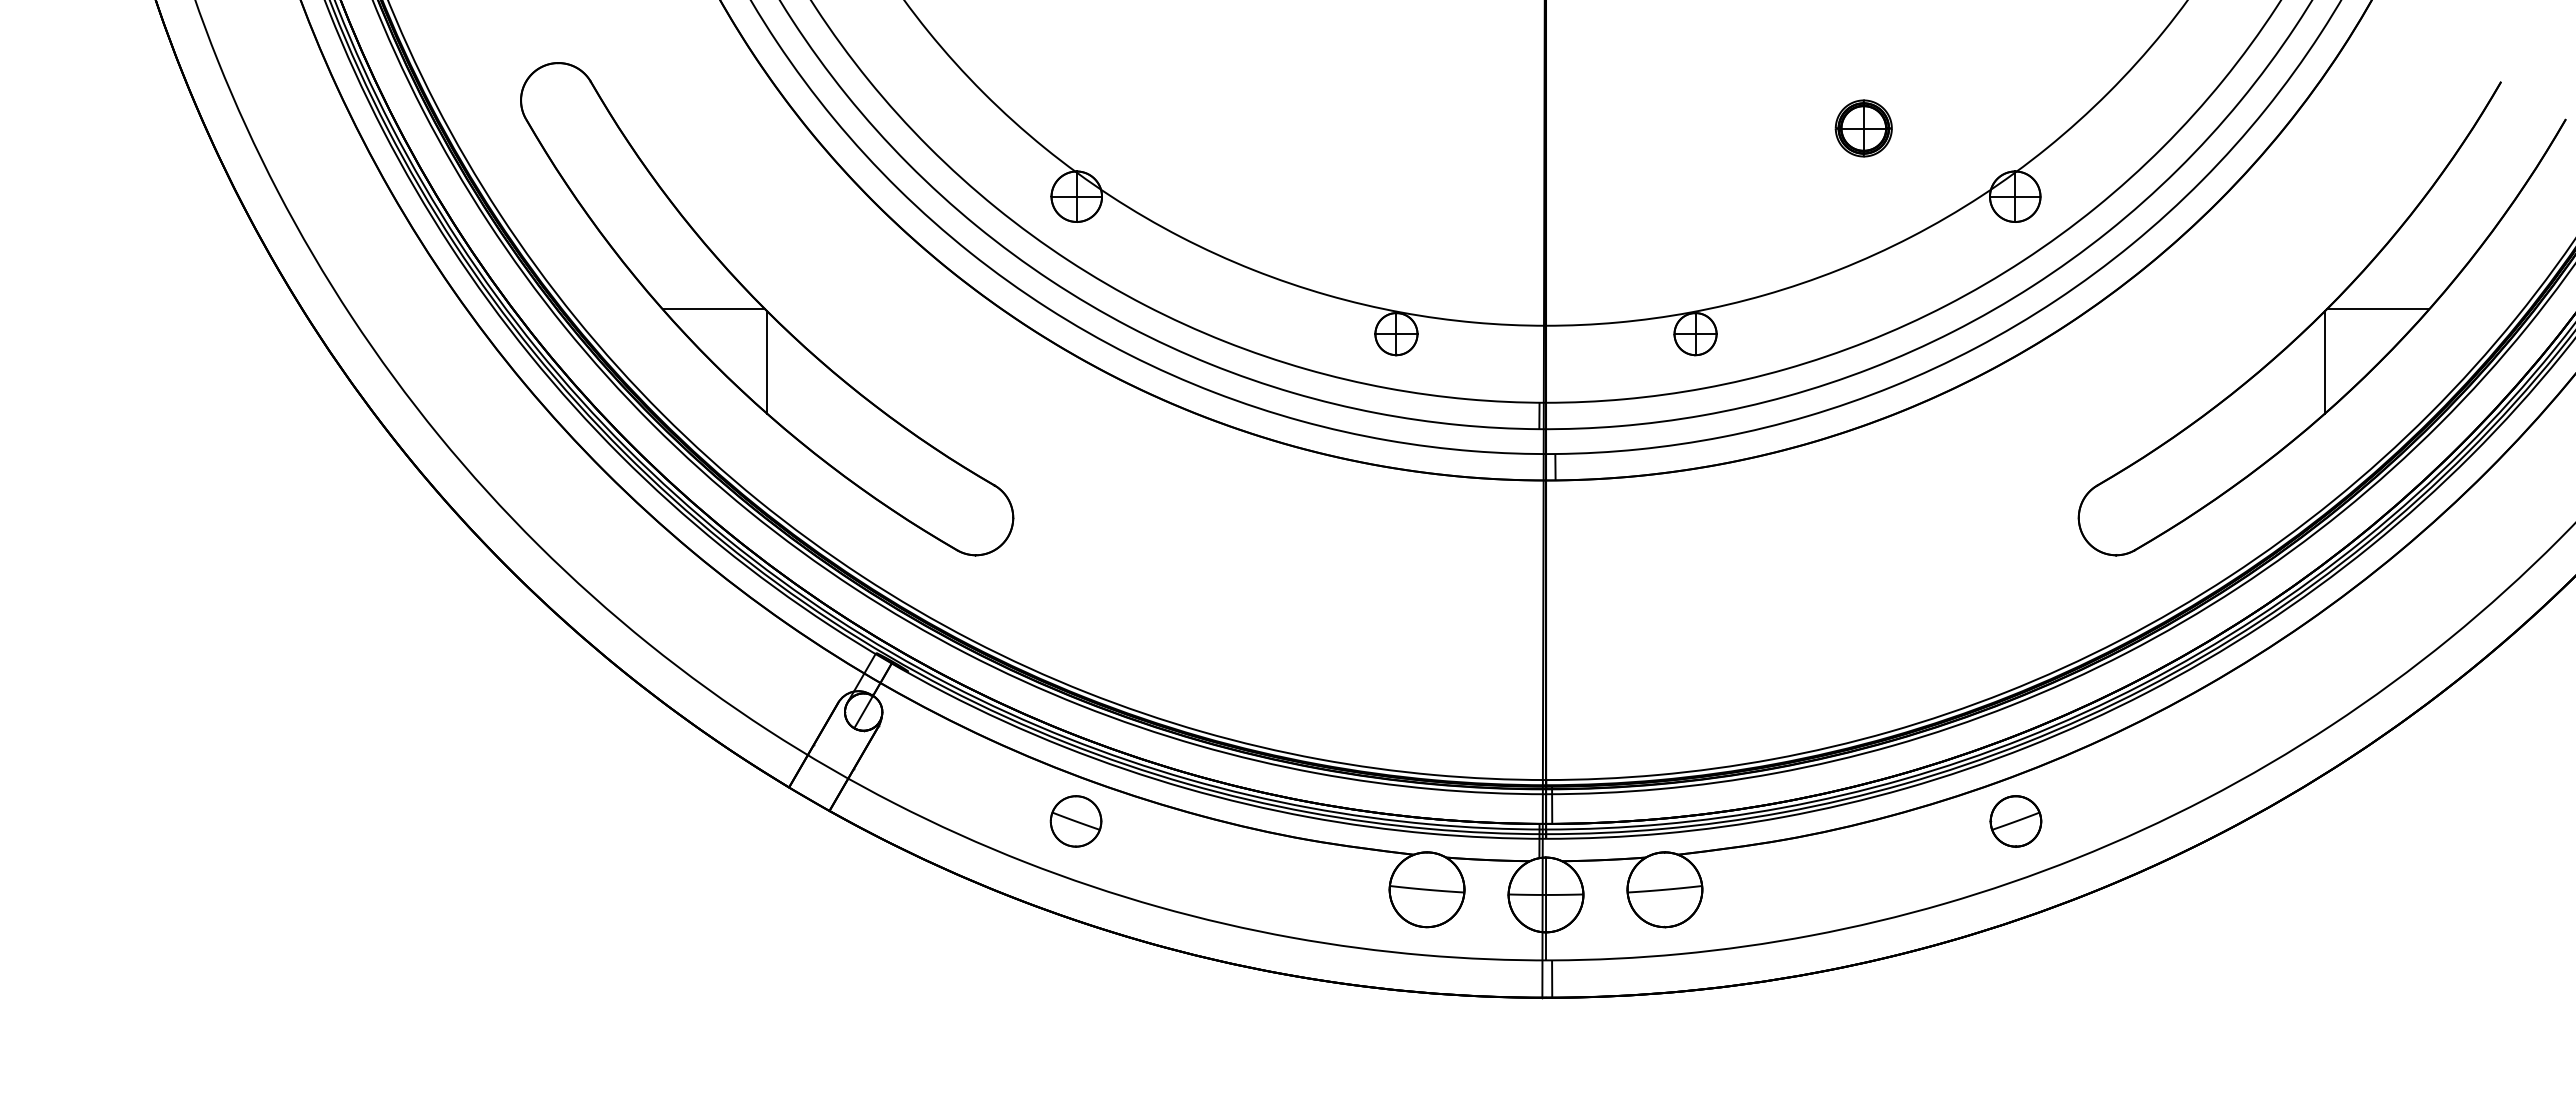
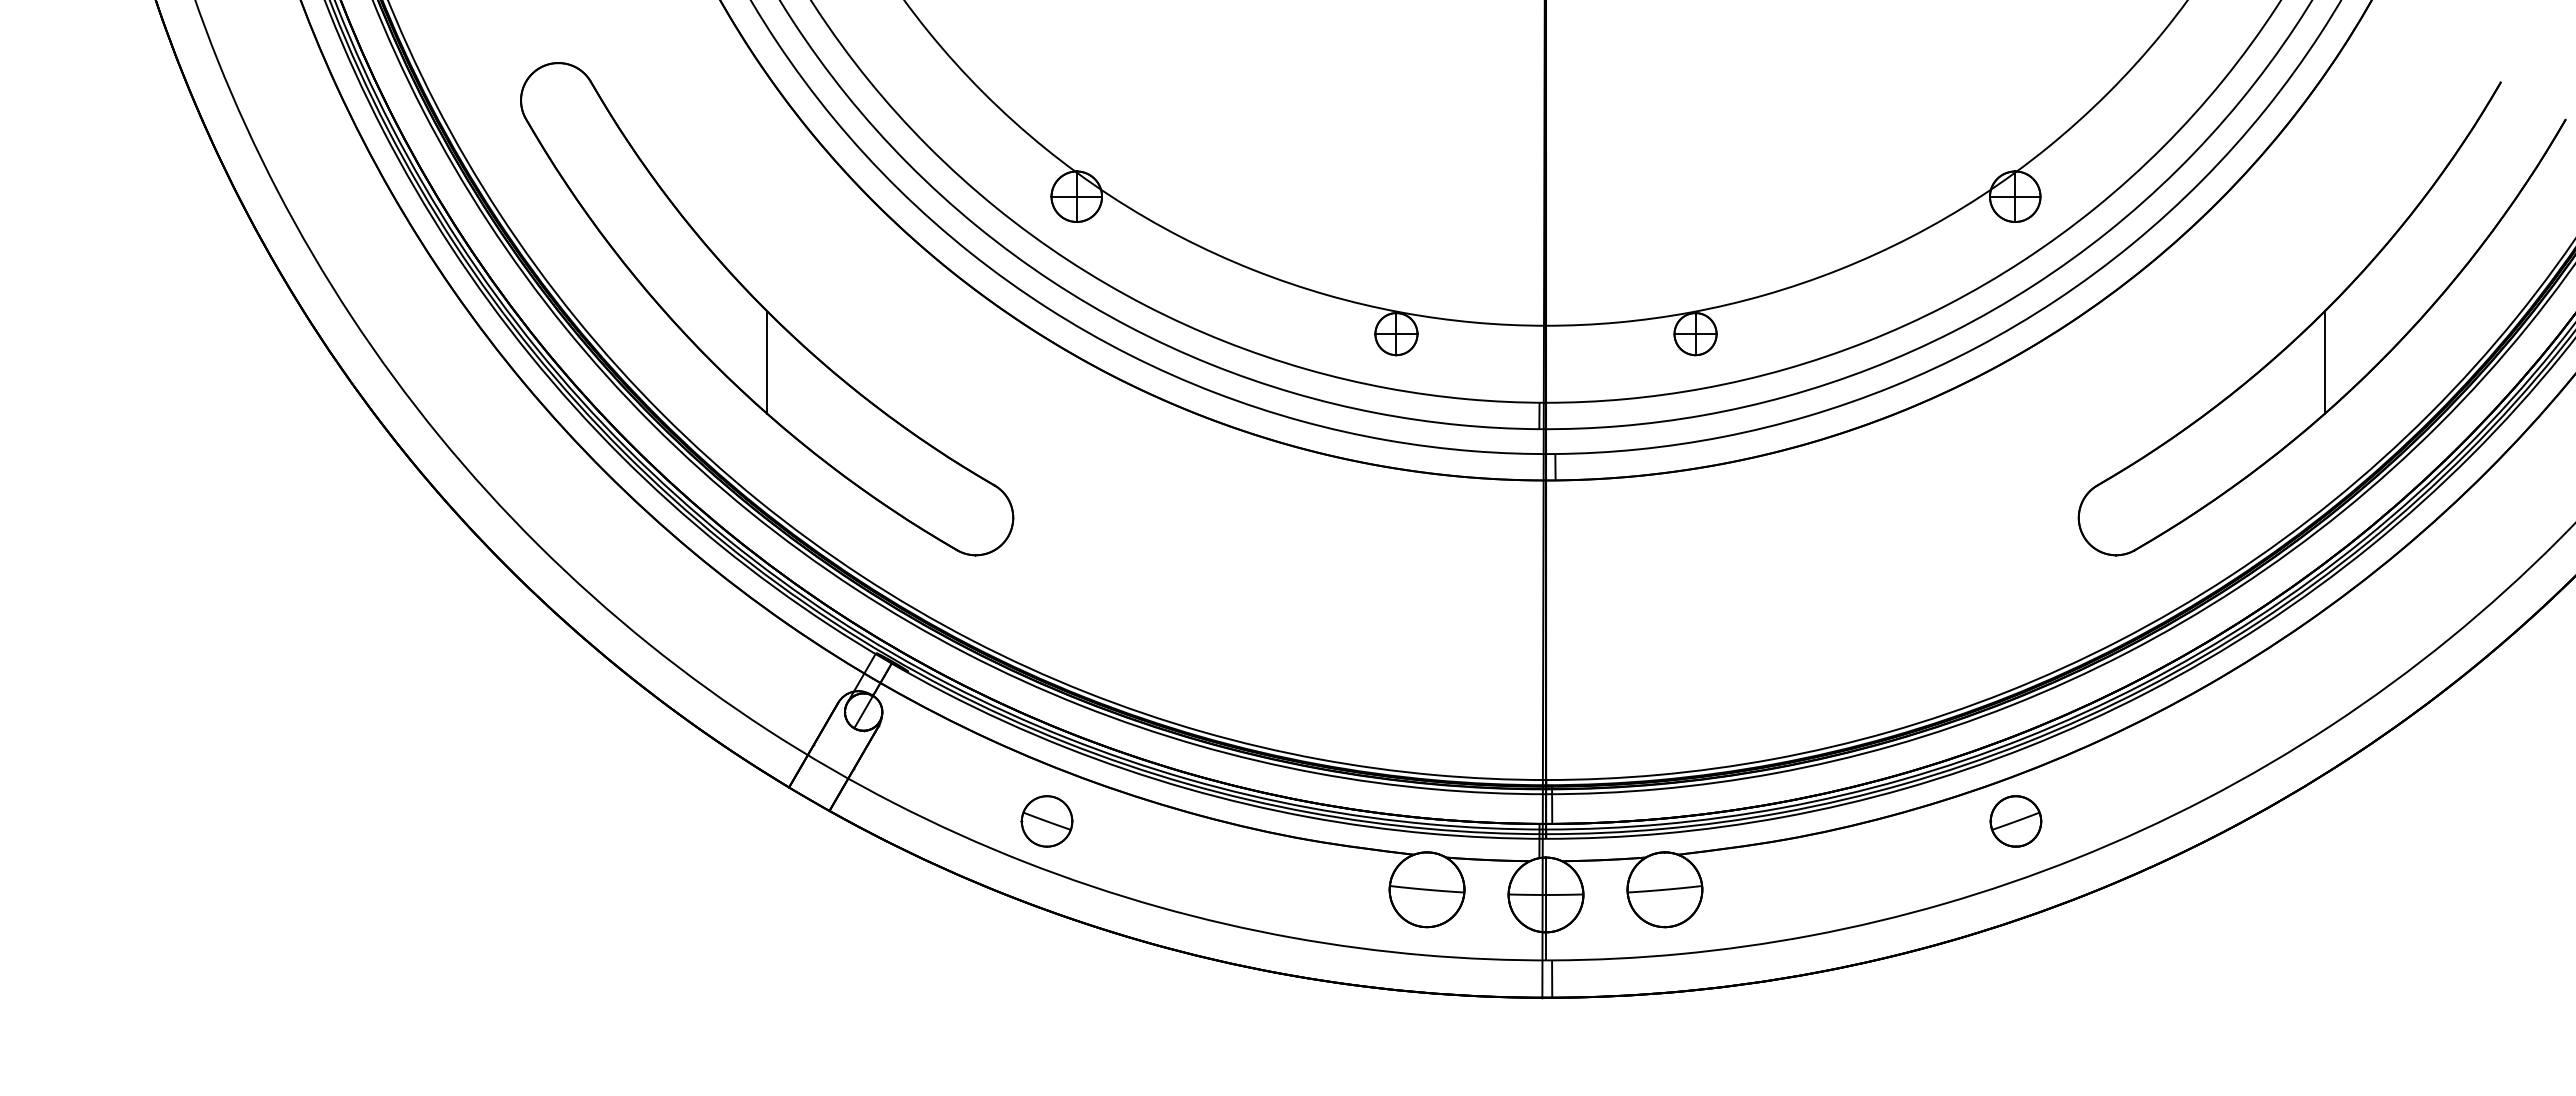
part at (1863, 128): present -> none
line at (713, 309): present -> none
line at (2377, 309): present -> none
part at (1075, 821) position: (1075, 821) -> (1046, 821)
